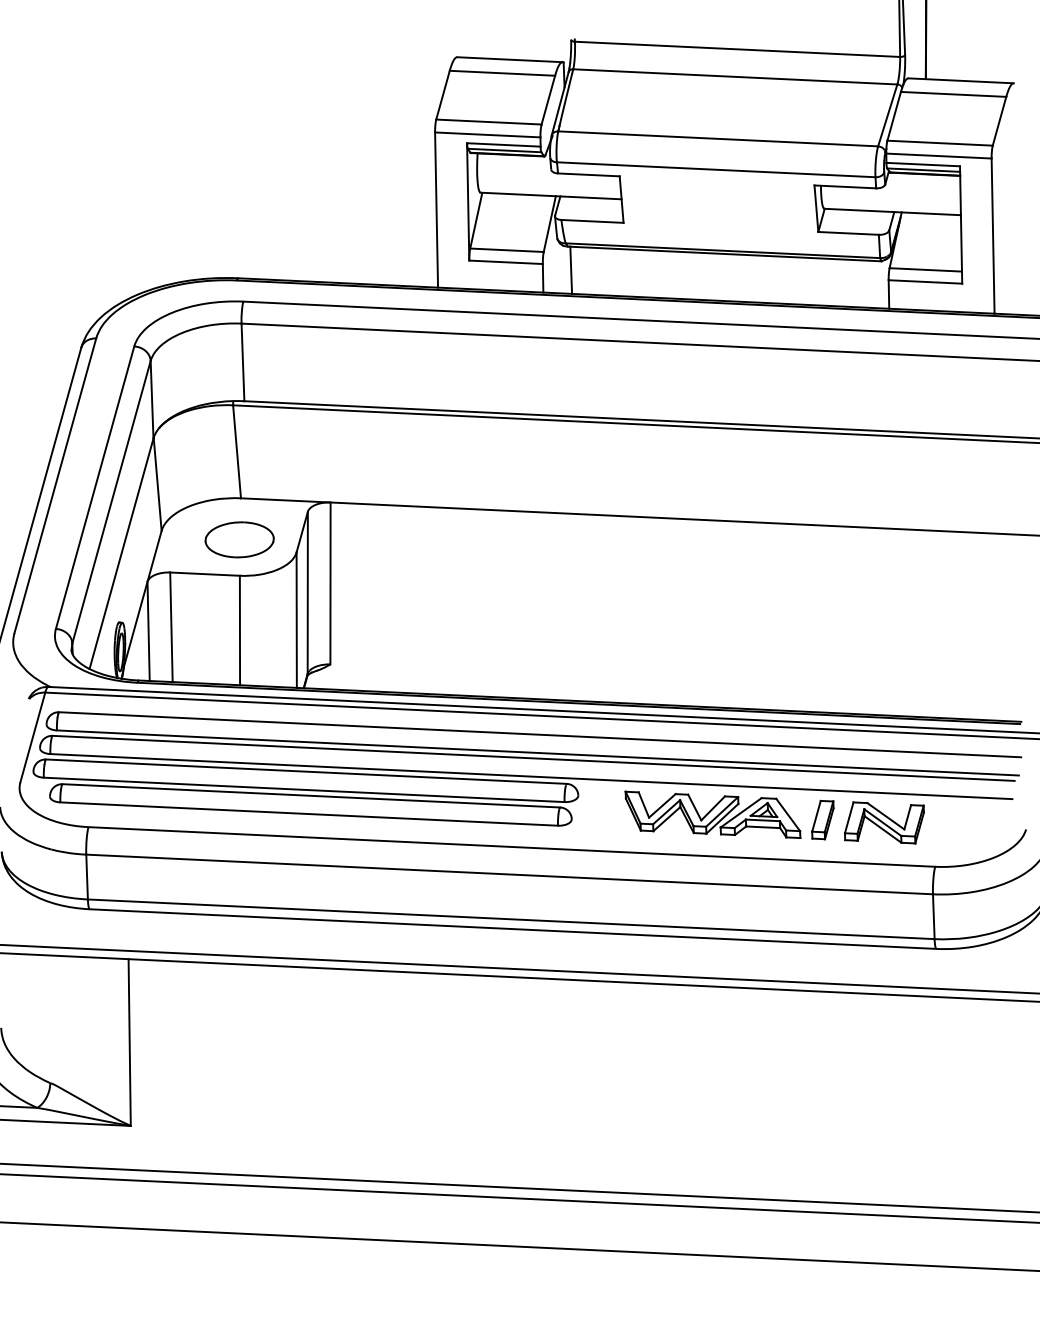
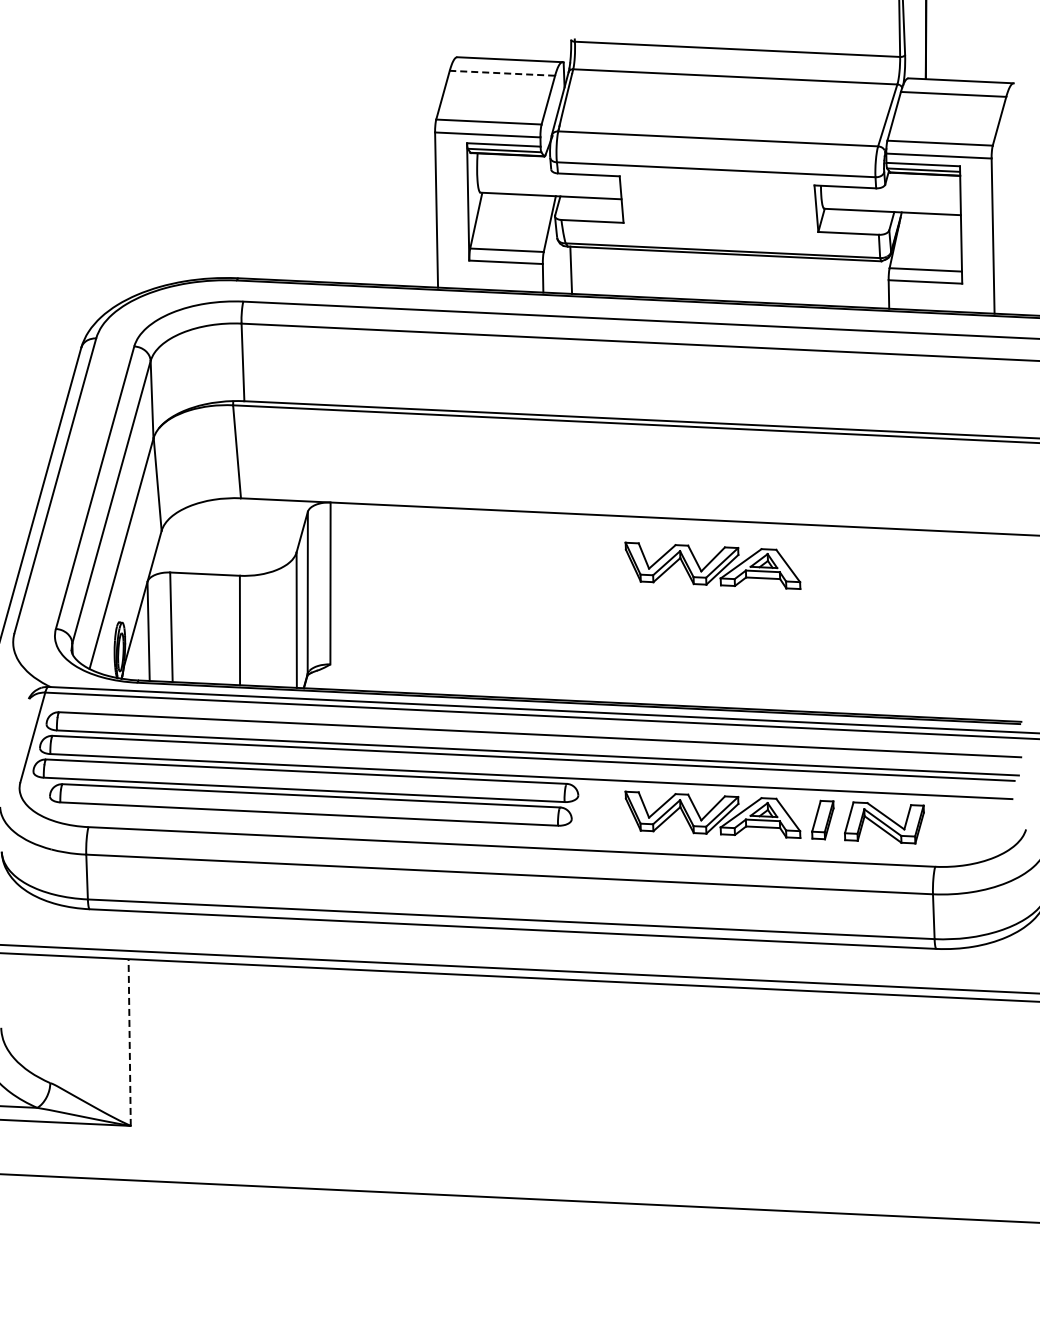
line at (502, 73): solid -> dashed
part at (239, 539): present -> none
part at (712, 565): none -> present
line at (129, 1042): solid -> dashed
line at (519, 1187): present -> none
line at (519, 1246): present -> none
